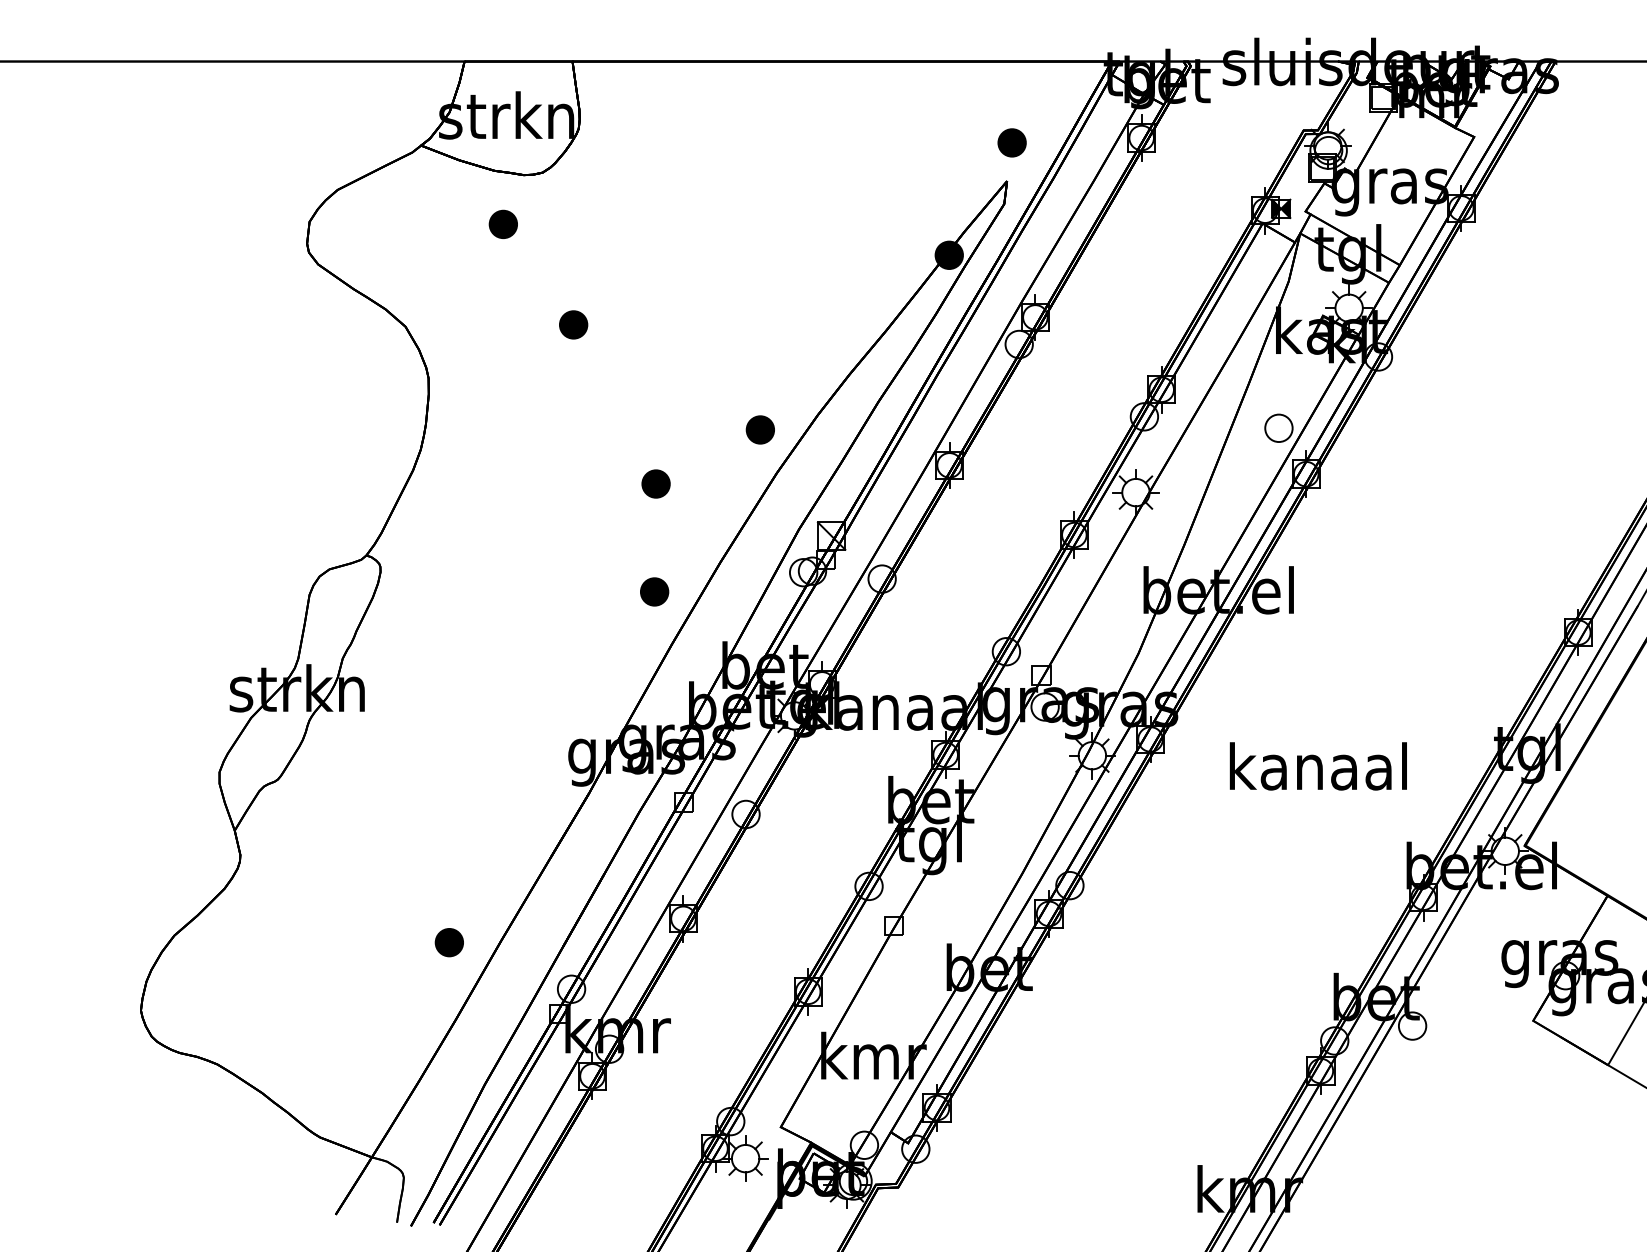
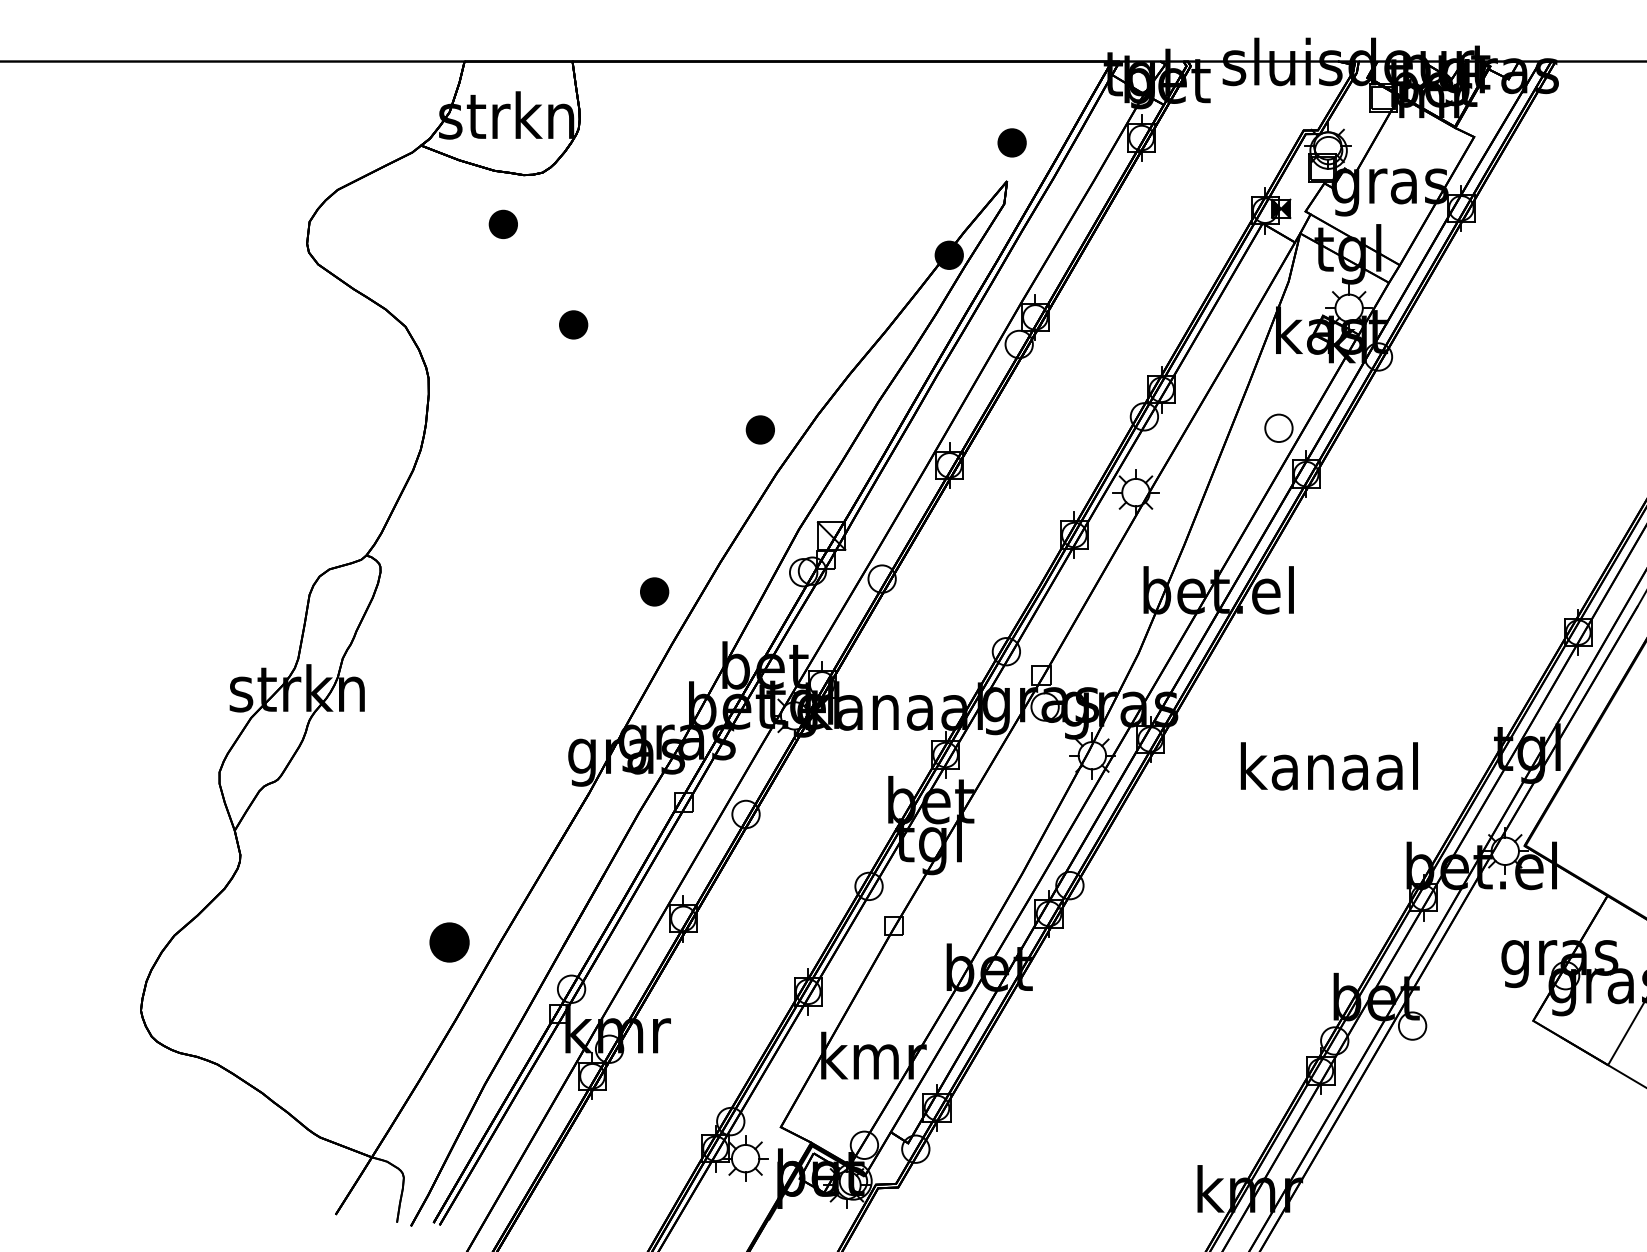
part at (655, 483): present -> none
text at (1317, 766) position: (1317, 766) -> (1328, 766)
part at (448, 942) size: 30x30 px -> 41x41 px
